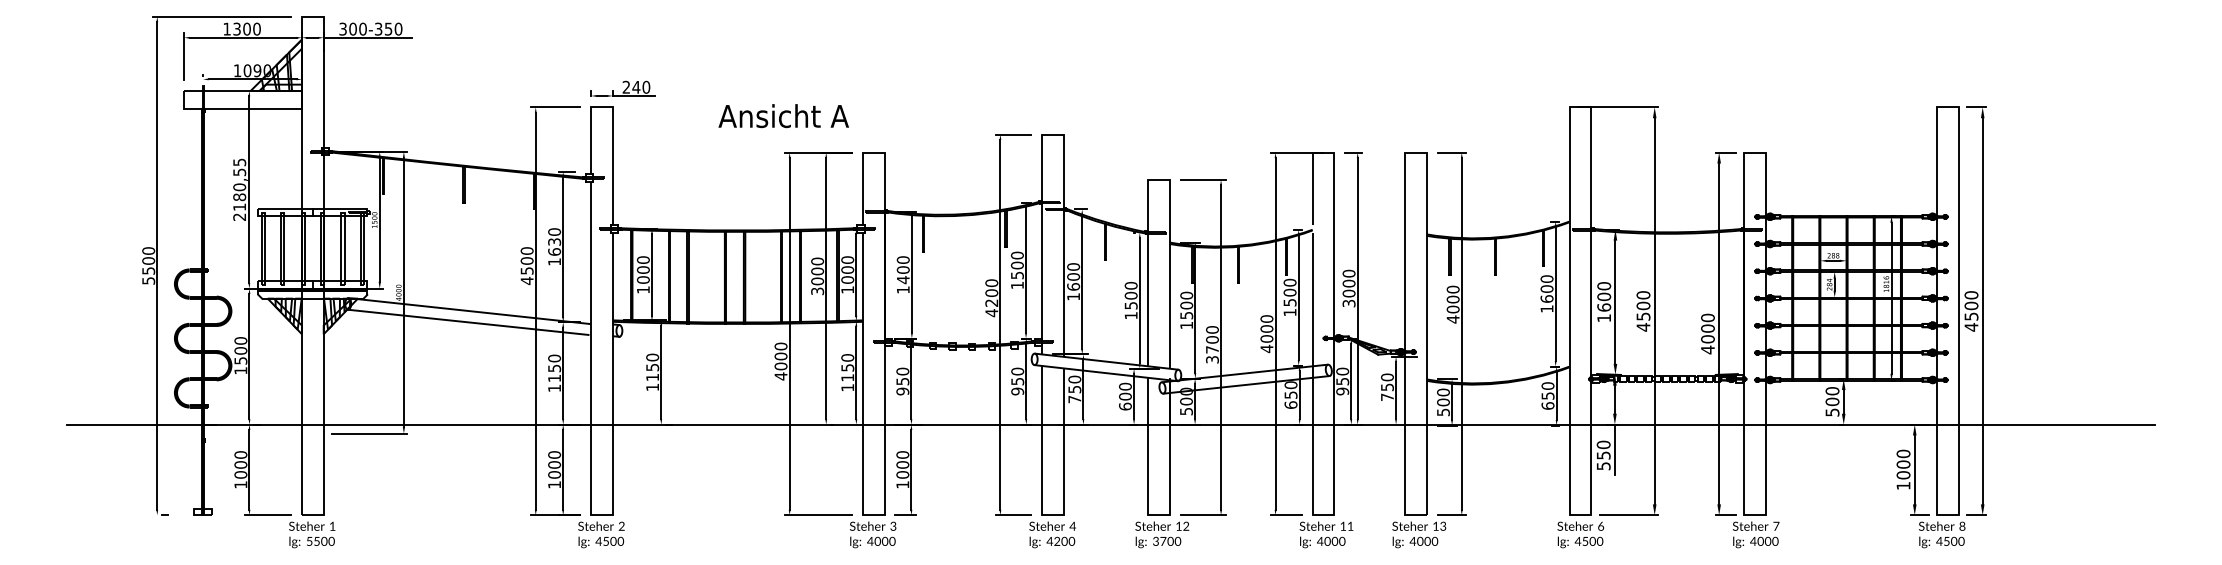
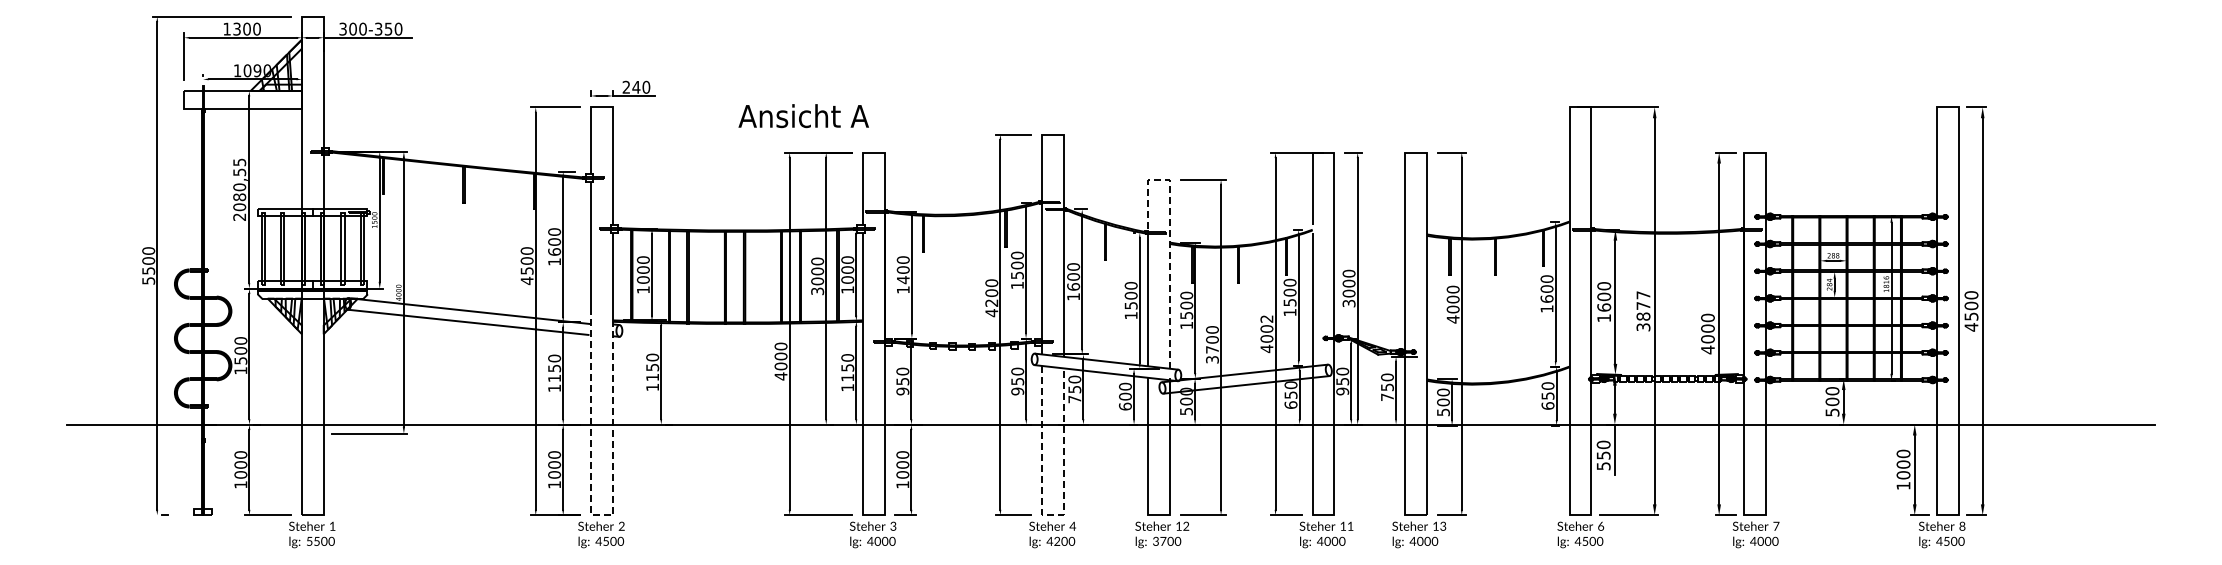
text at (783, 116) position: (783, 116) -> (803, 116)
text at (239, 207): 2180,55 -> 2080,55
line at (1170, 235): solid -> dashed
text at (554, 241): 1630 -> 1600
text at (1643, 311): 4500 -> 3877
text at (1266, 318): 4000 -> 4002
line at (594, 515): solid -> dashed
line at (1052, 515): solid -> dashed
